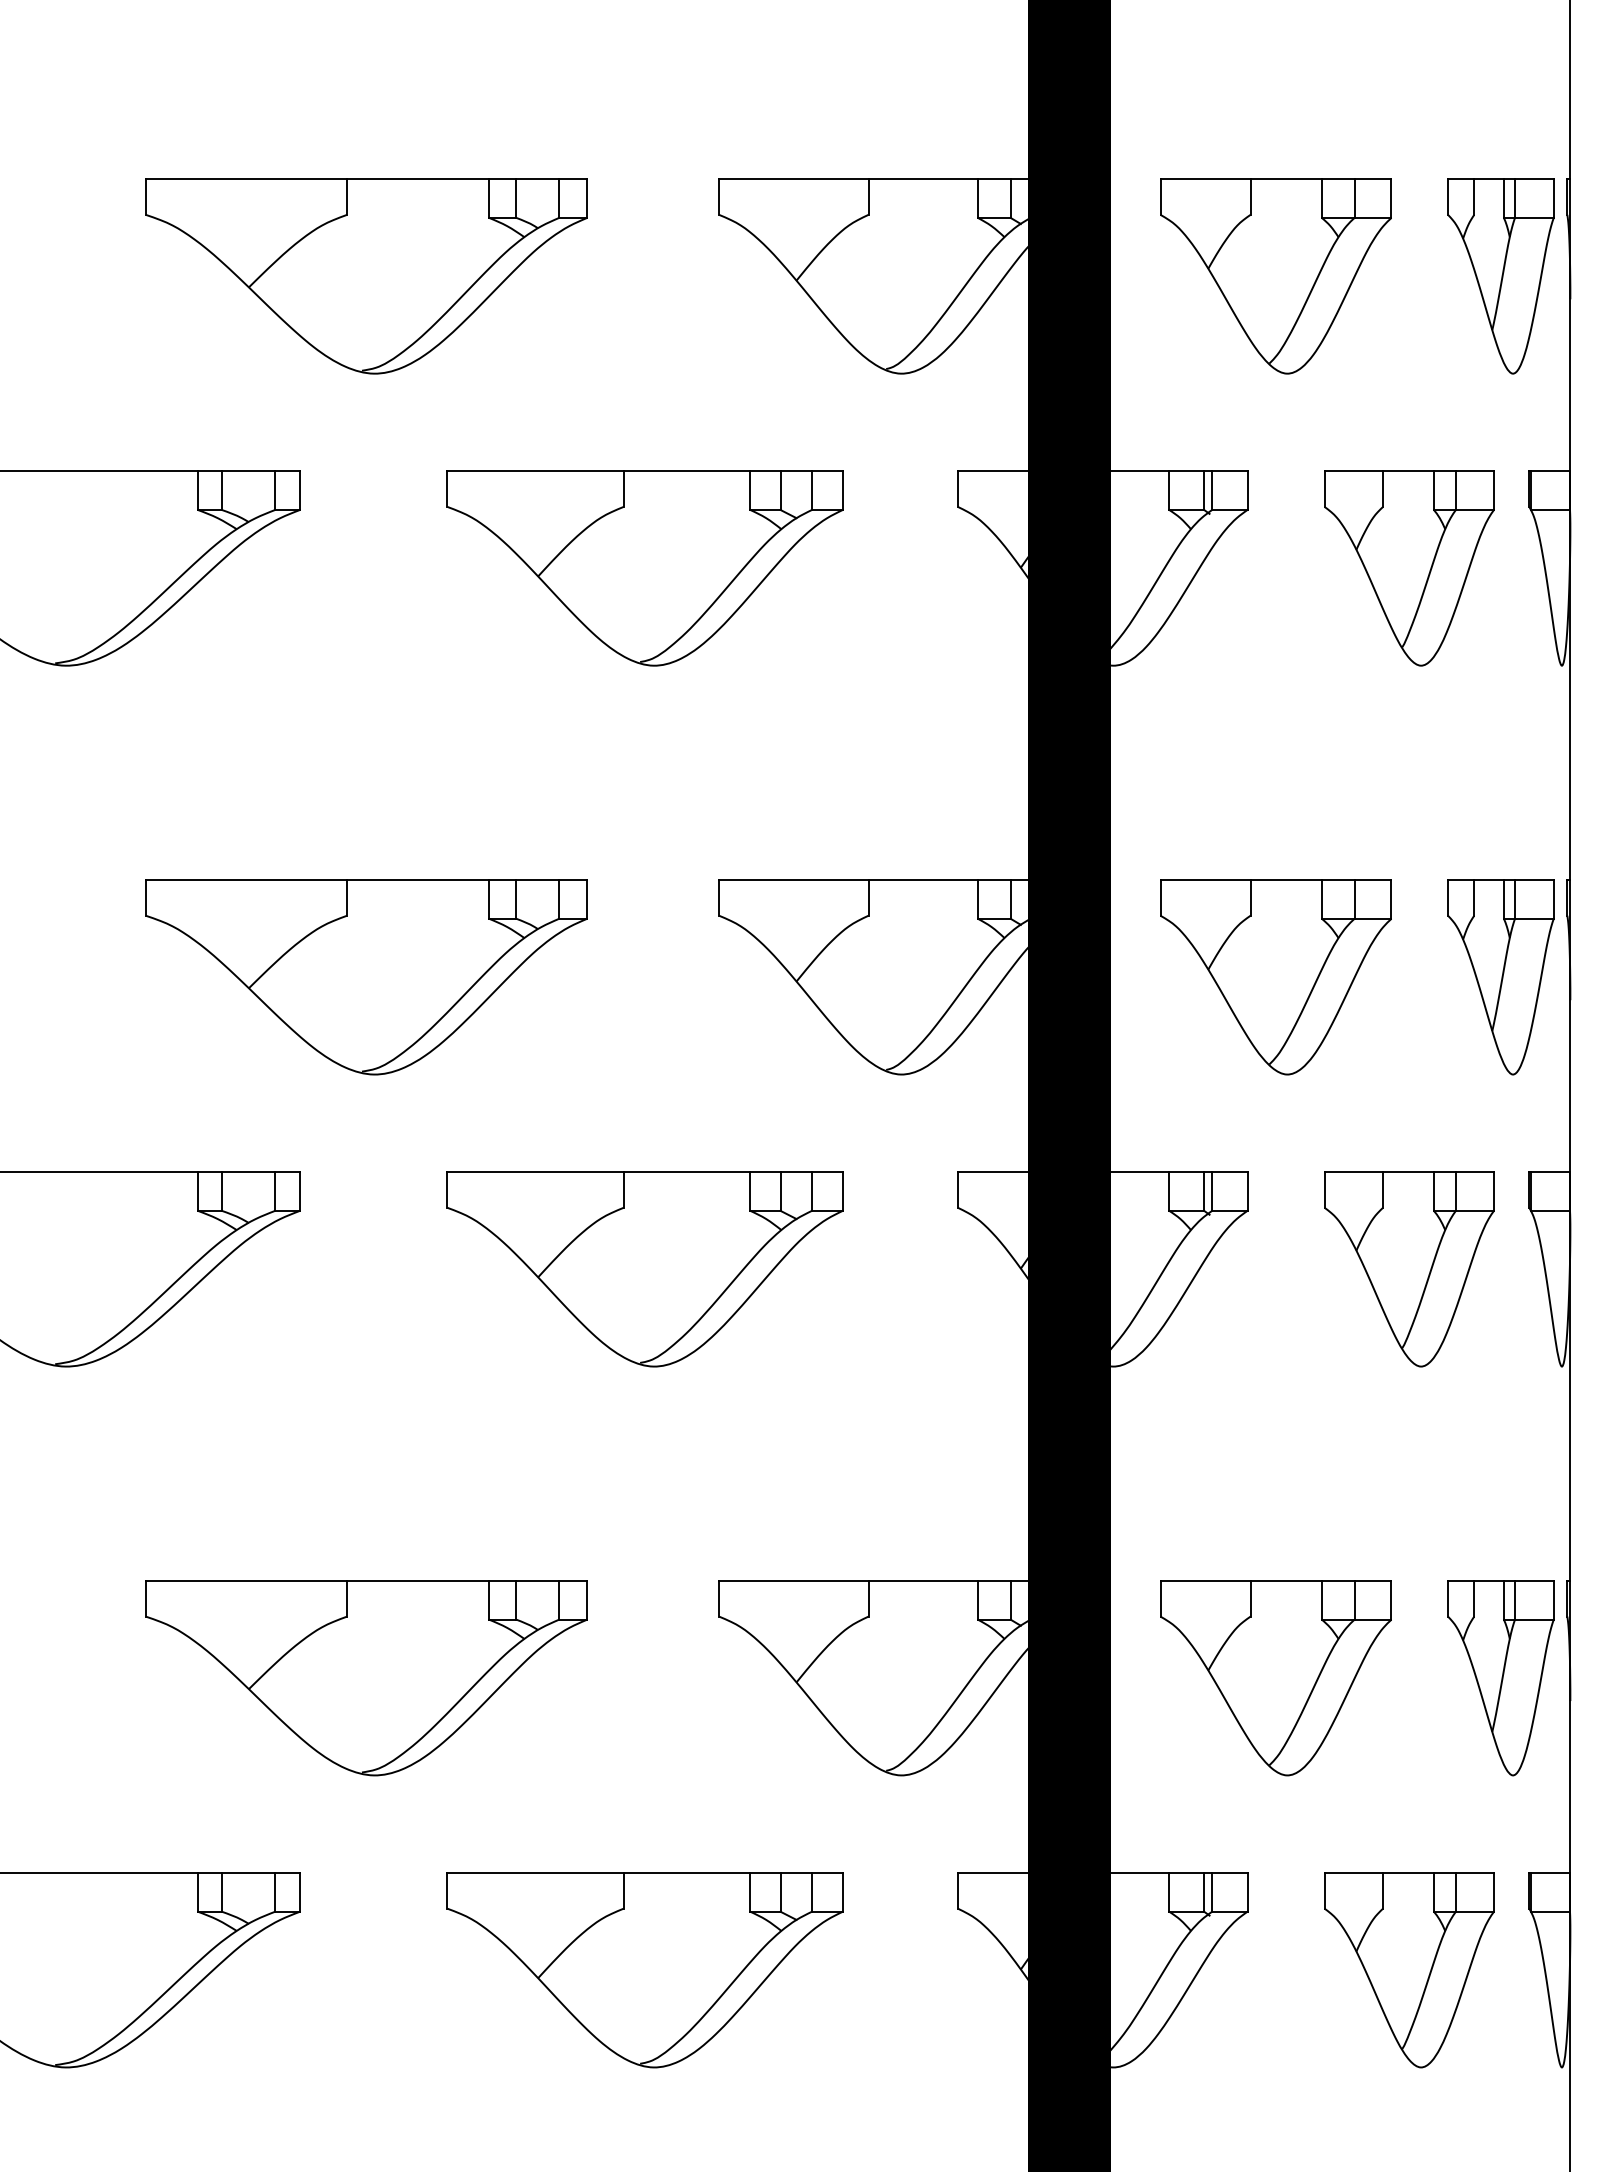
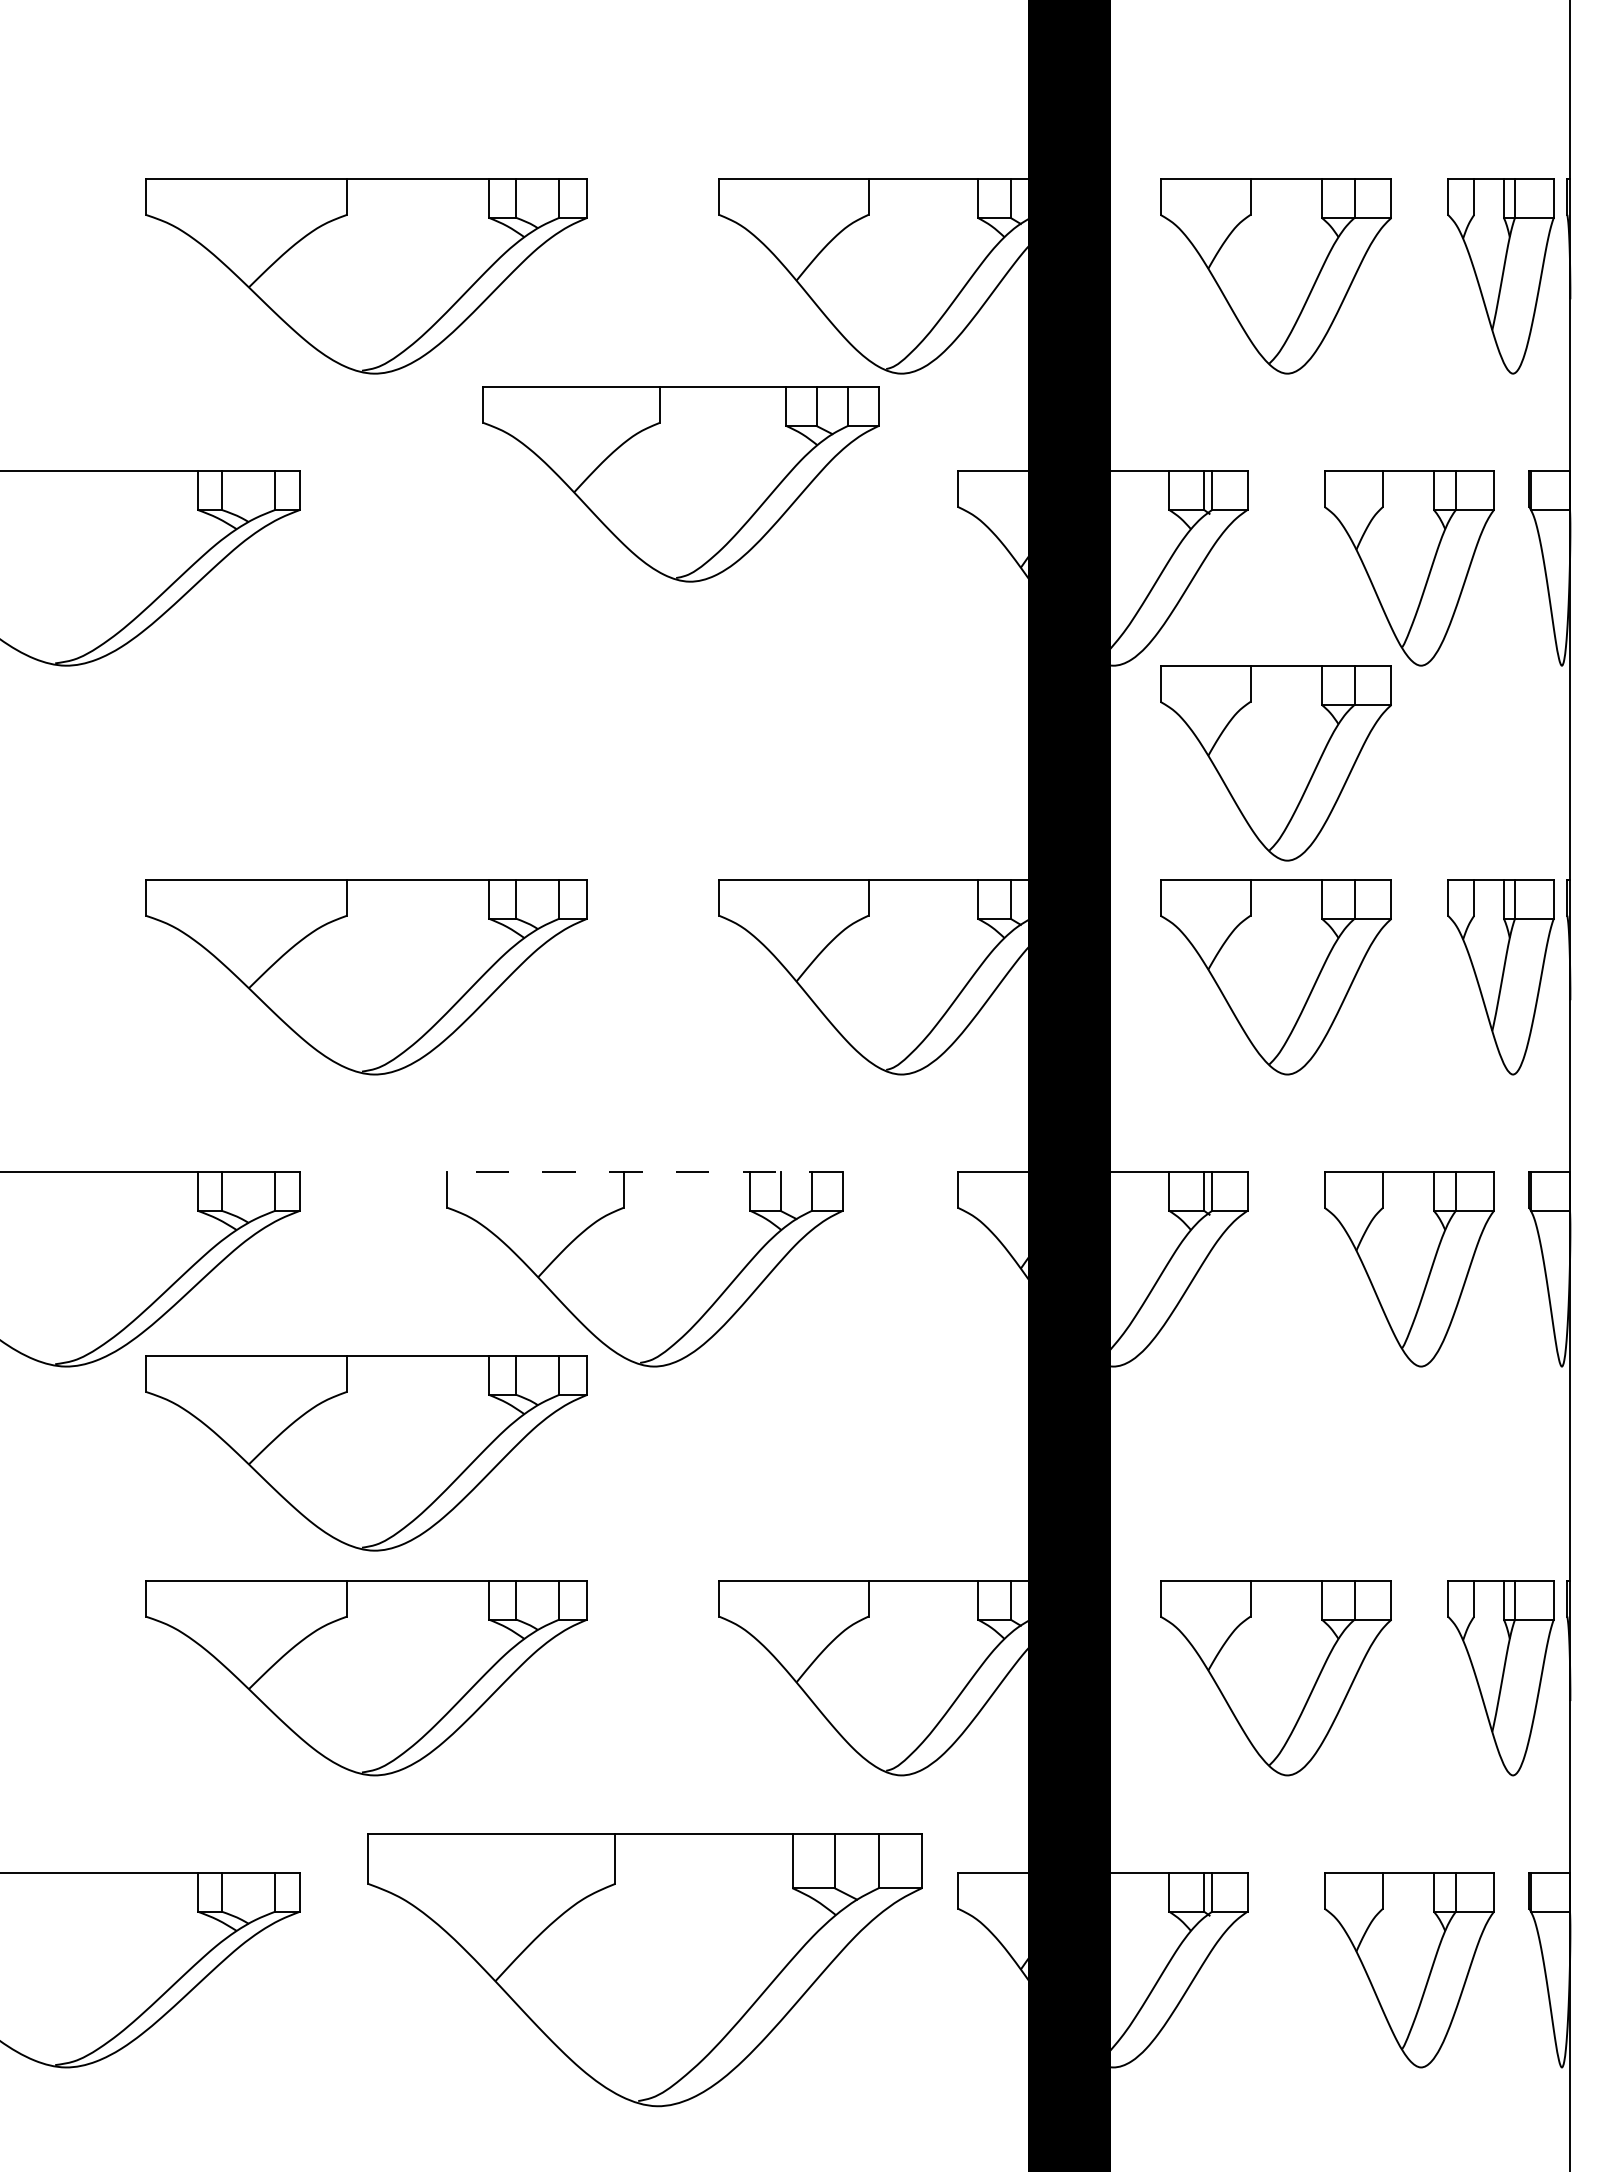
part at (644, 568) position: (644, 568) -> (680, 484)
part at (1275, 763): none -> present
line at (645, 1171): solid -> dashed
part at (366, 1453): none -> present
part at (644, 1970) size: 398x197 px -> 556x275 px
